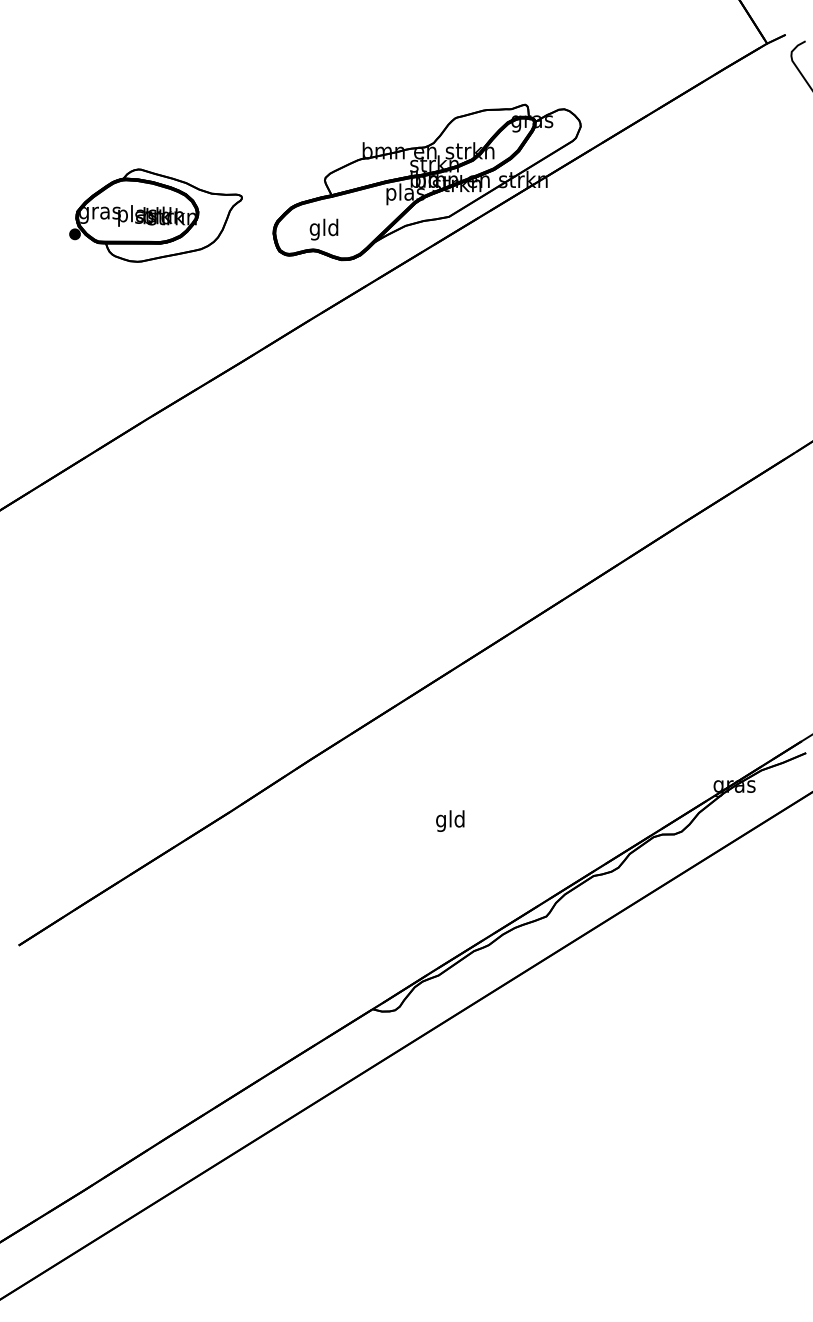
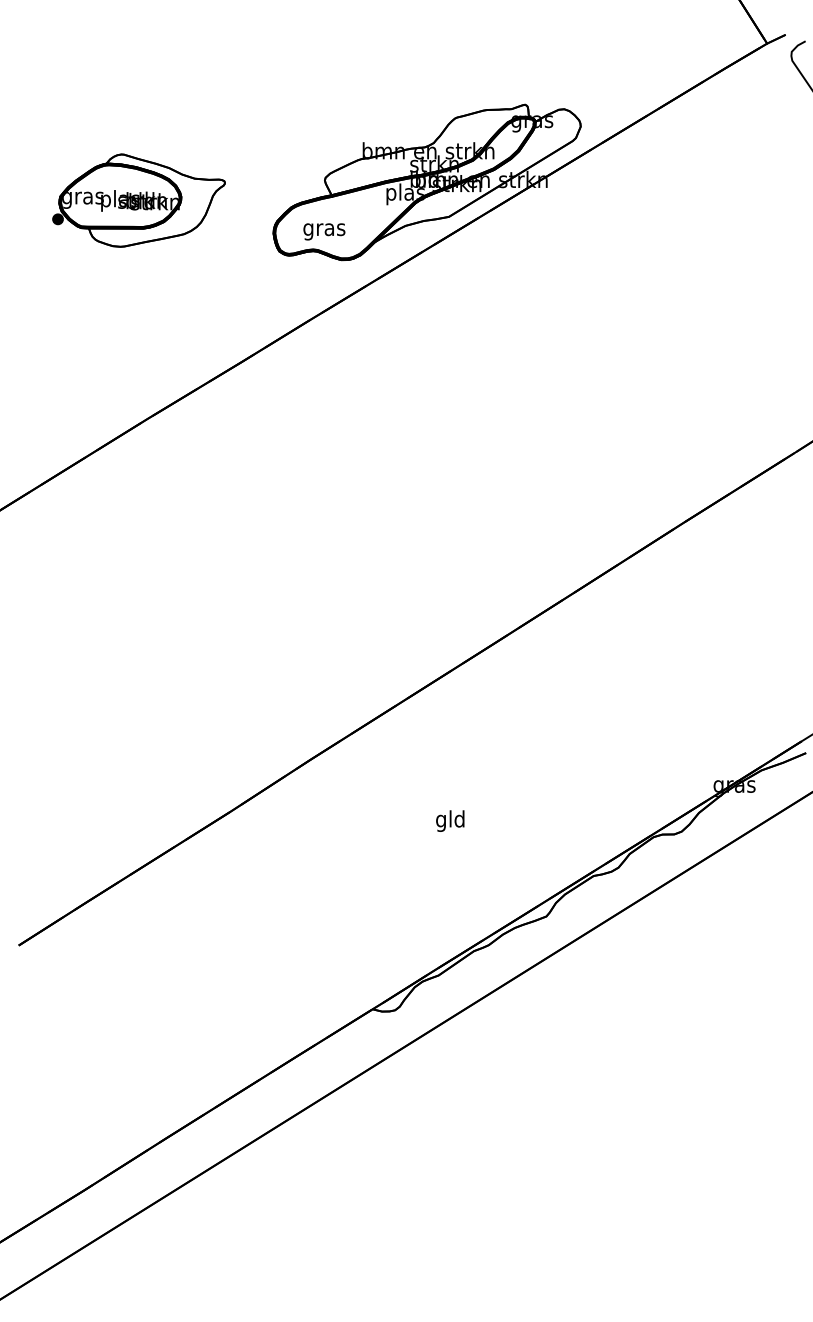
part at (155, 215) position: (155, 215) -> (138, 200)
text at (324, 229): gld -> gras
